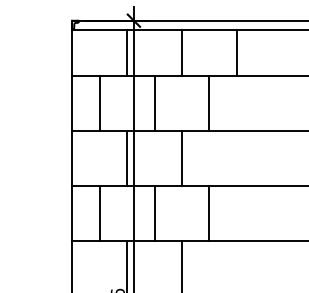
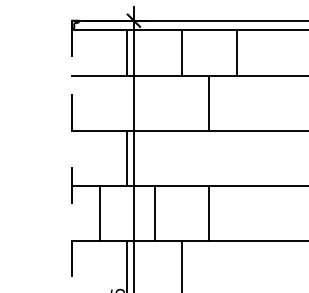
line at (99, 102): present -> none
line at (154, 102): present -> none
line at (72, 156): solid -> dashed
line at (181, 157): present -> none
